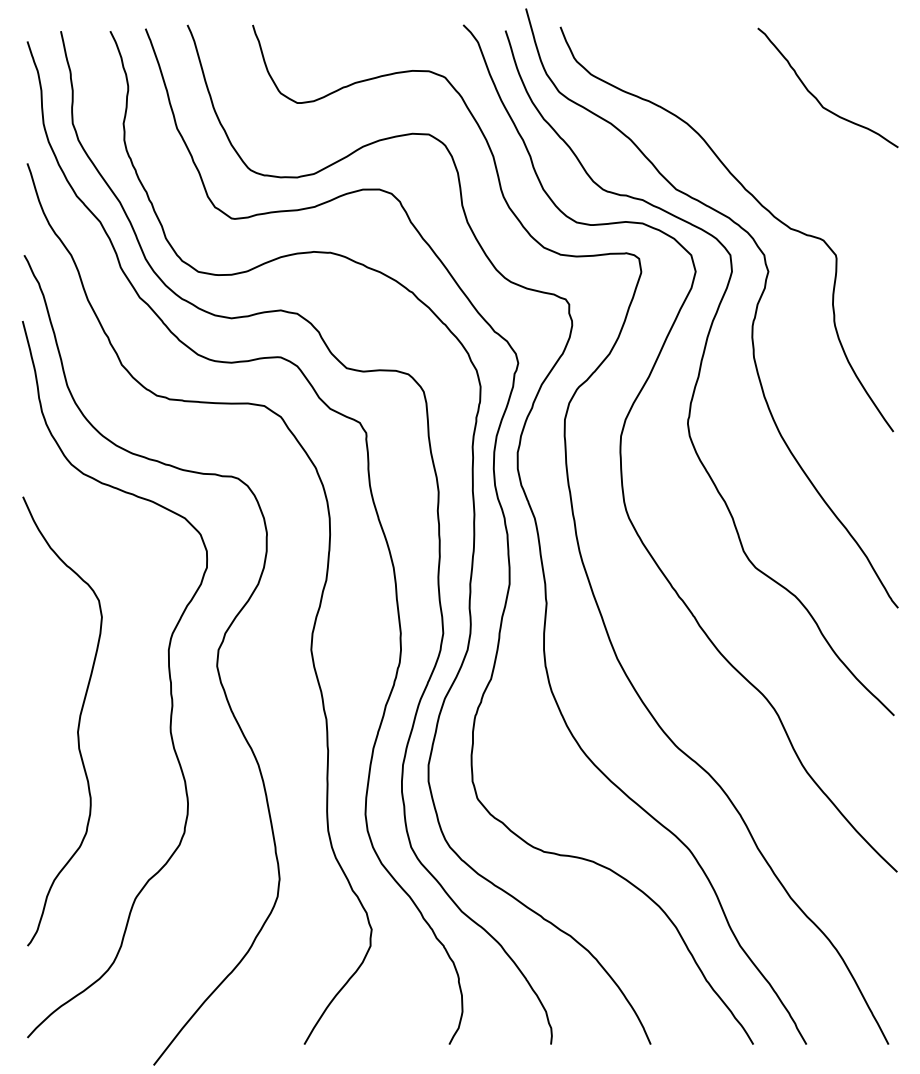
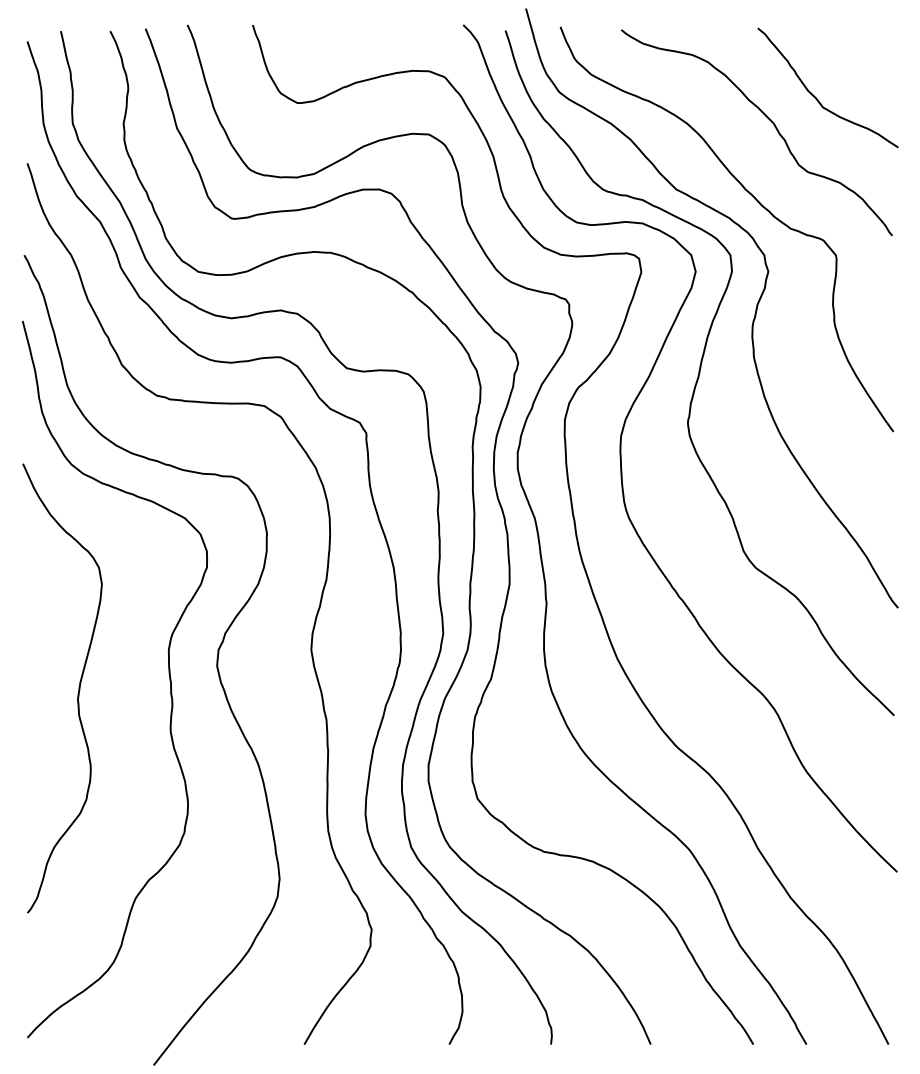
curve at (768, 119): none -> present
curve at (77, 726) position: (77, 726) -> (77, 693)
